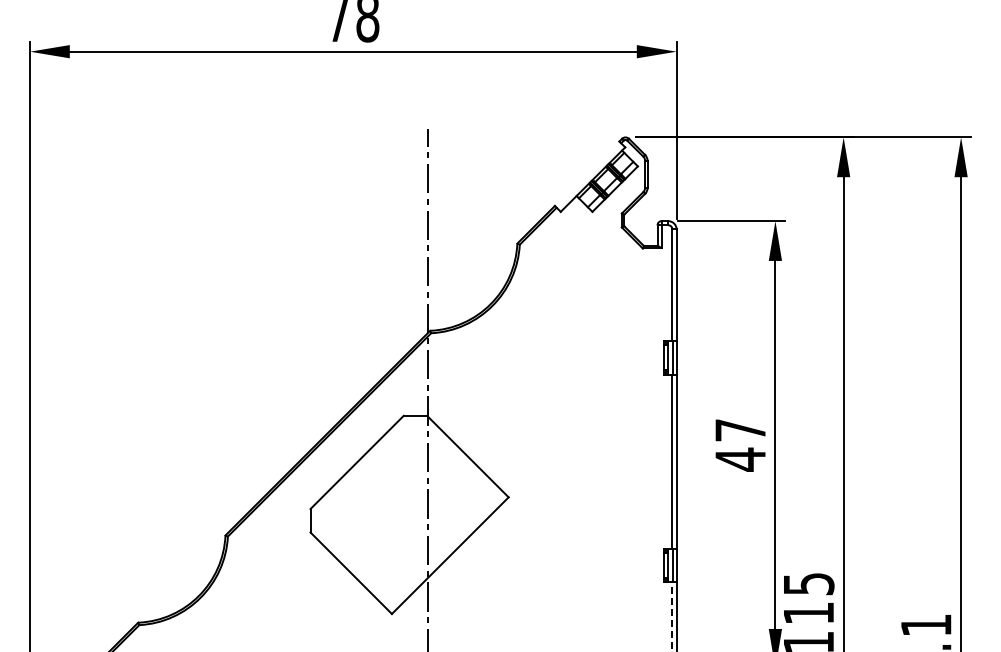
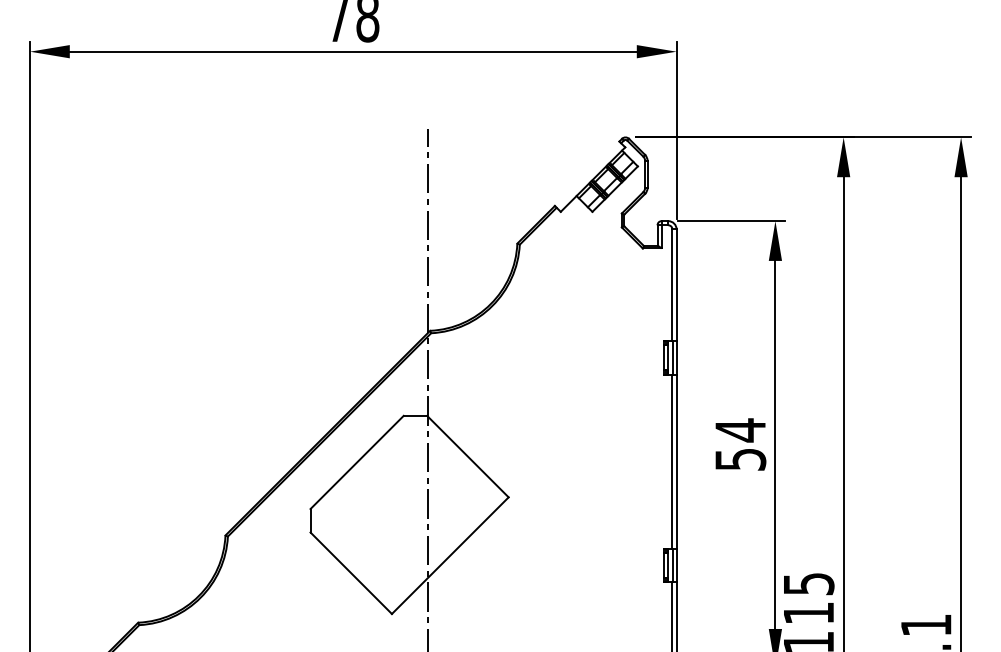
text at (740, 444): 47 -> 54
line at (672, 616): dashed -> solid
